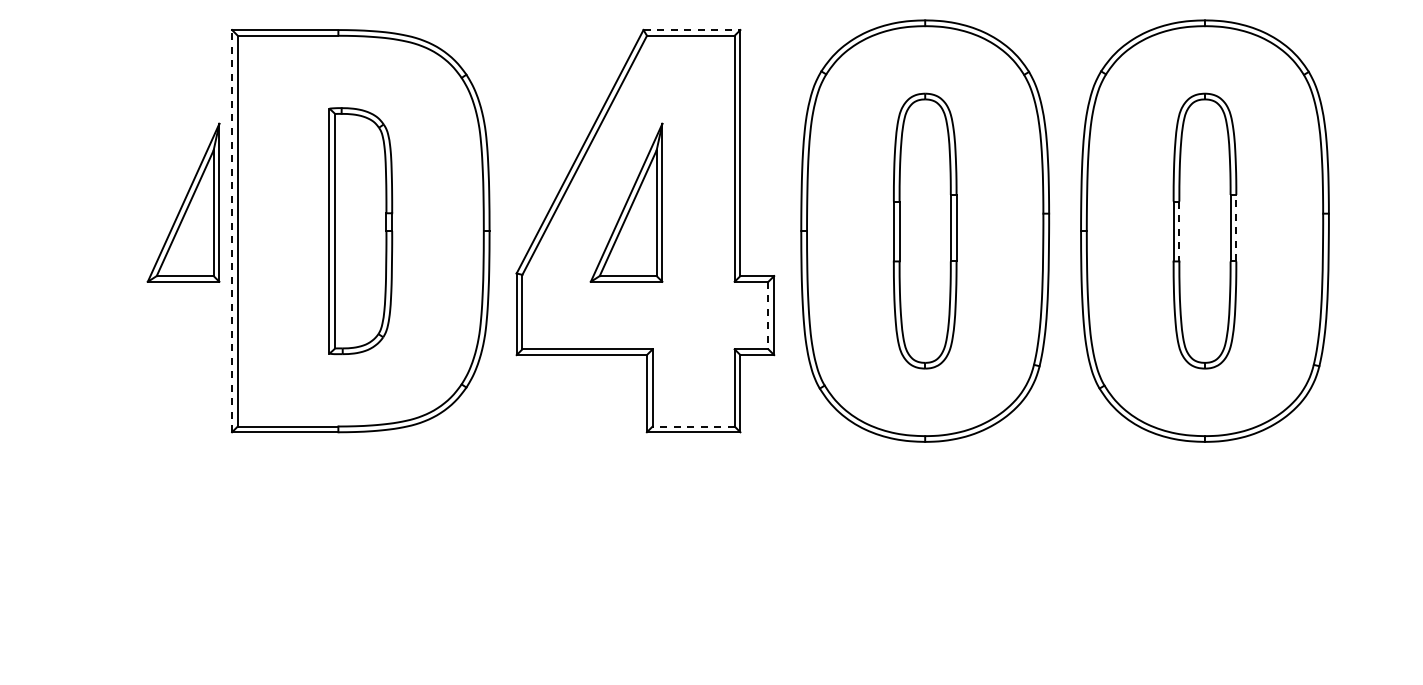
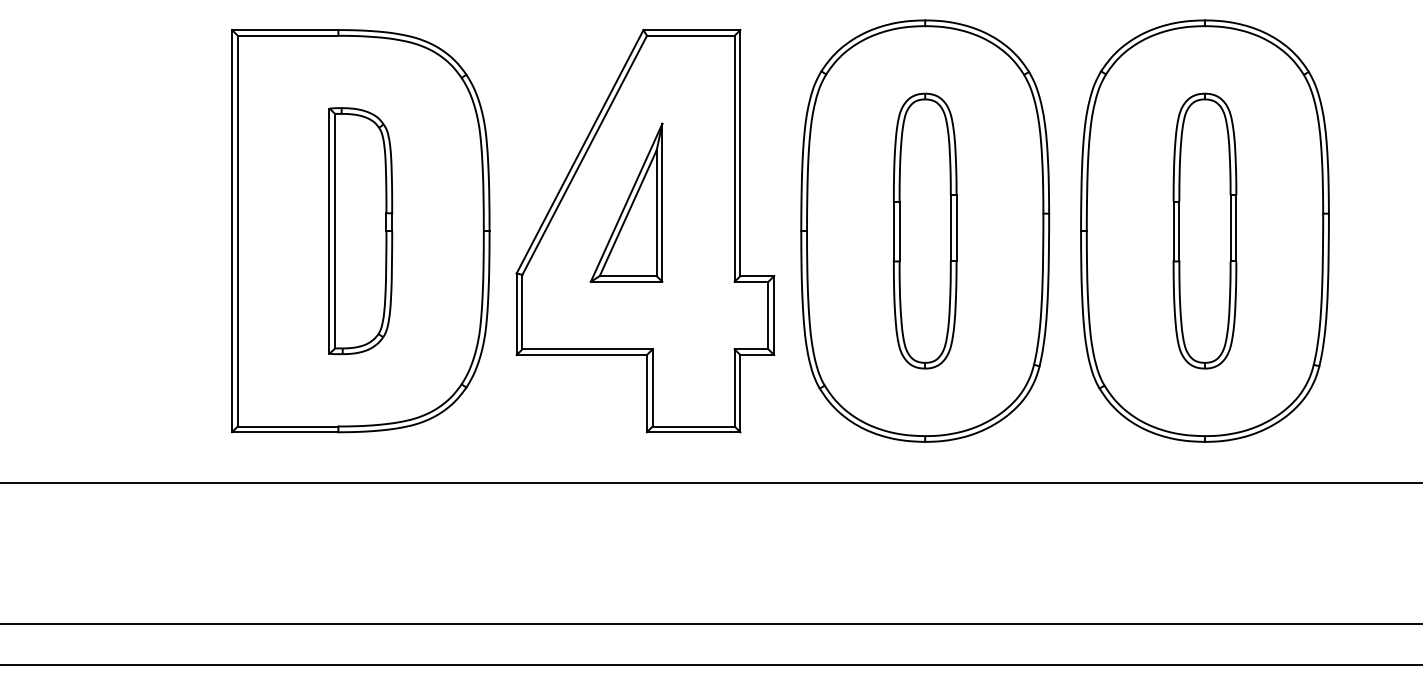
line at (692, 30): dashed -> solid
part at (183, 202): present -> none
line at (1236, 227): dashed -> solid
line at (232, 230): dashed -> solid
line at (1179, 231): dashed -> solid
line at (768, 315): dashed -> solid
line at (693, 426): dashed -> solid
line at (710, 483): none -> present
line at (710, 623): none -> present
line at (710, 664): none -> present
